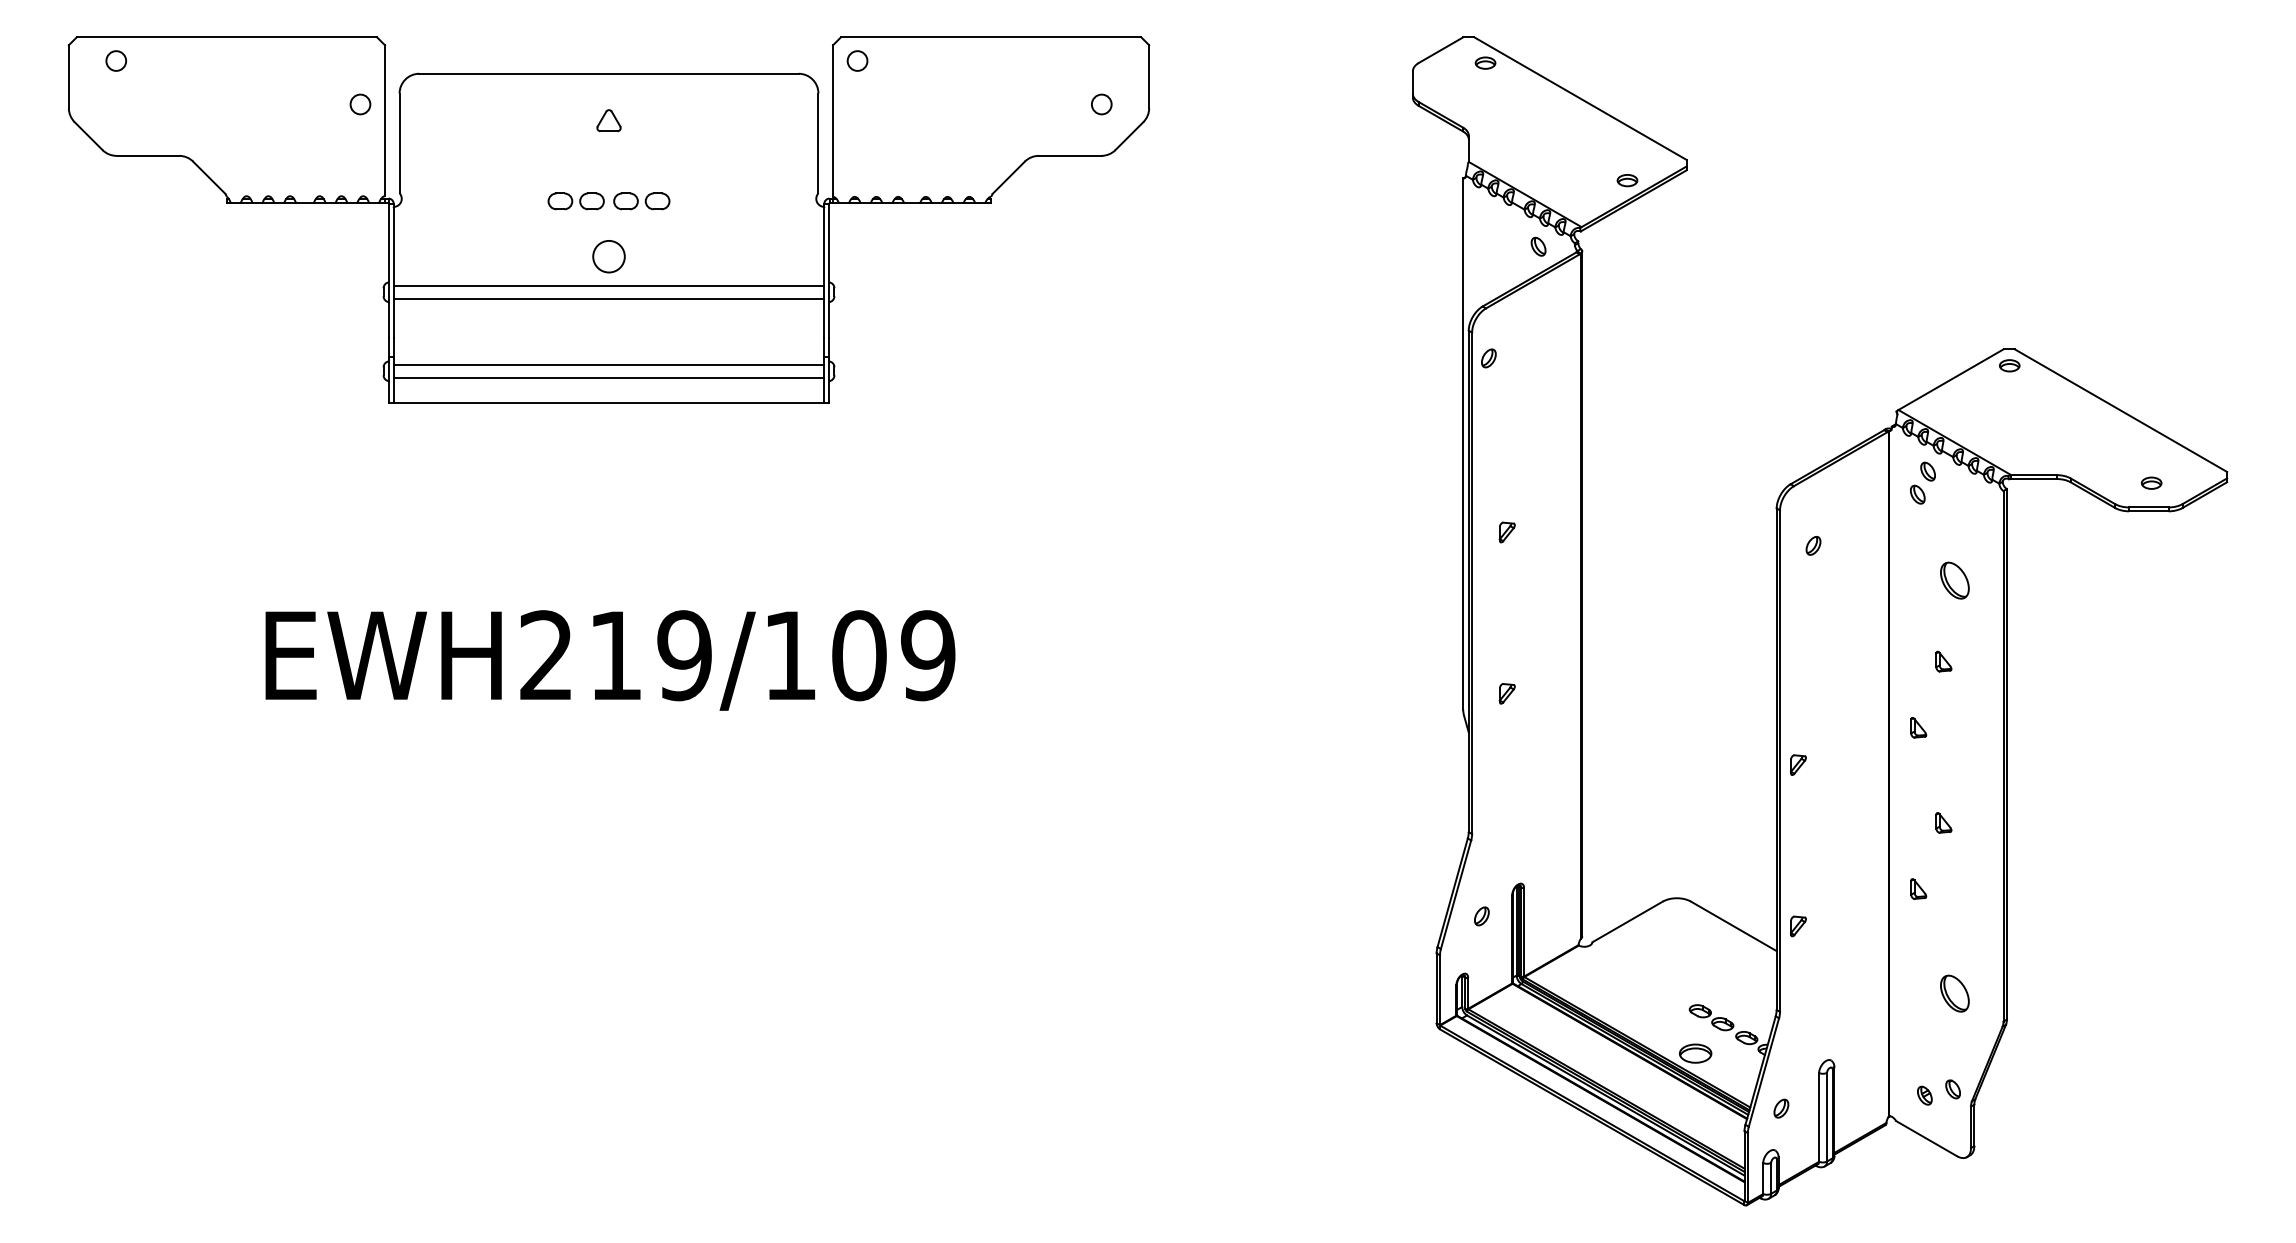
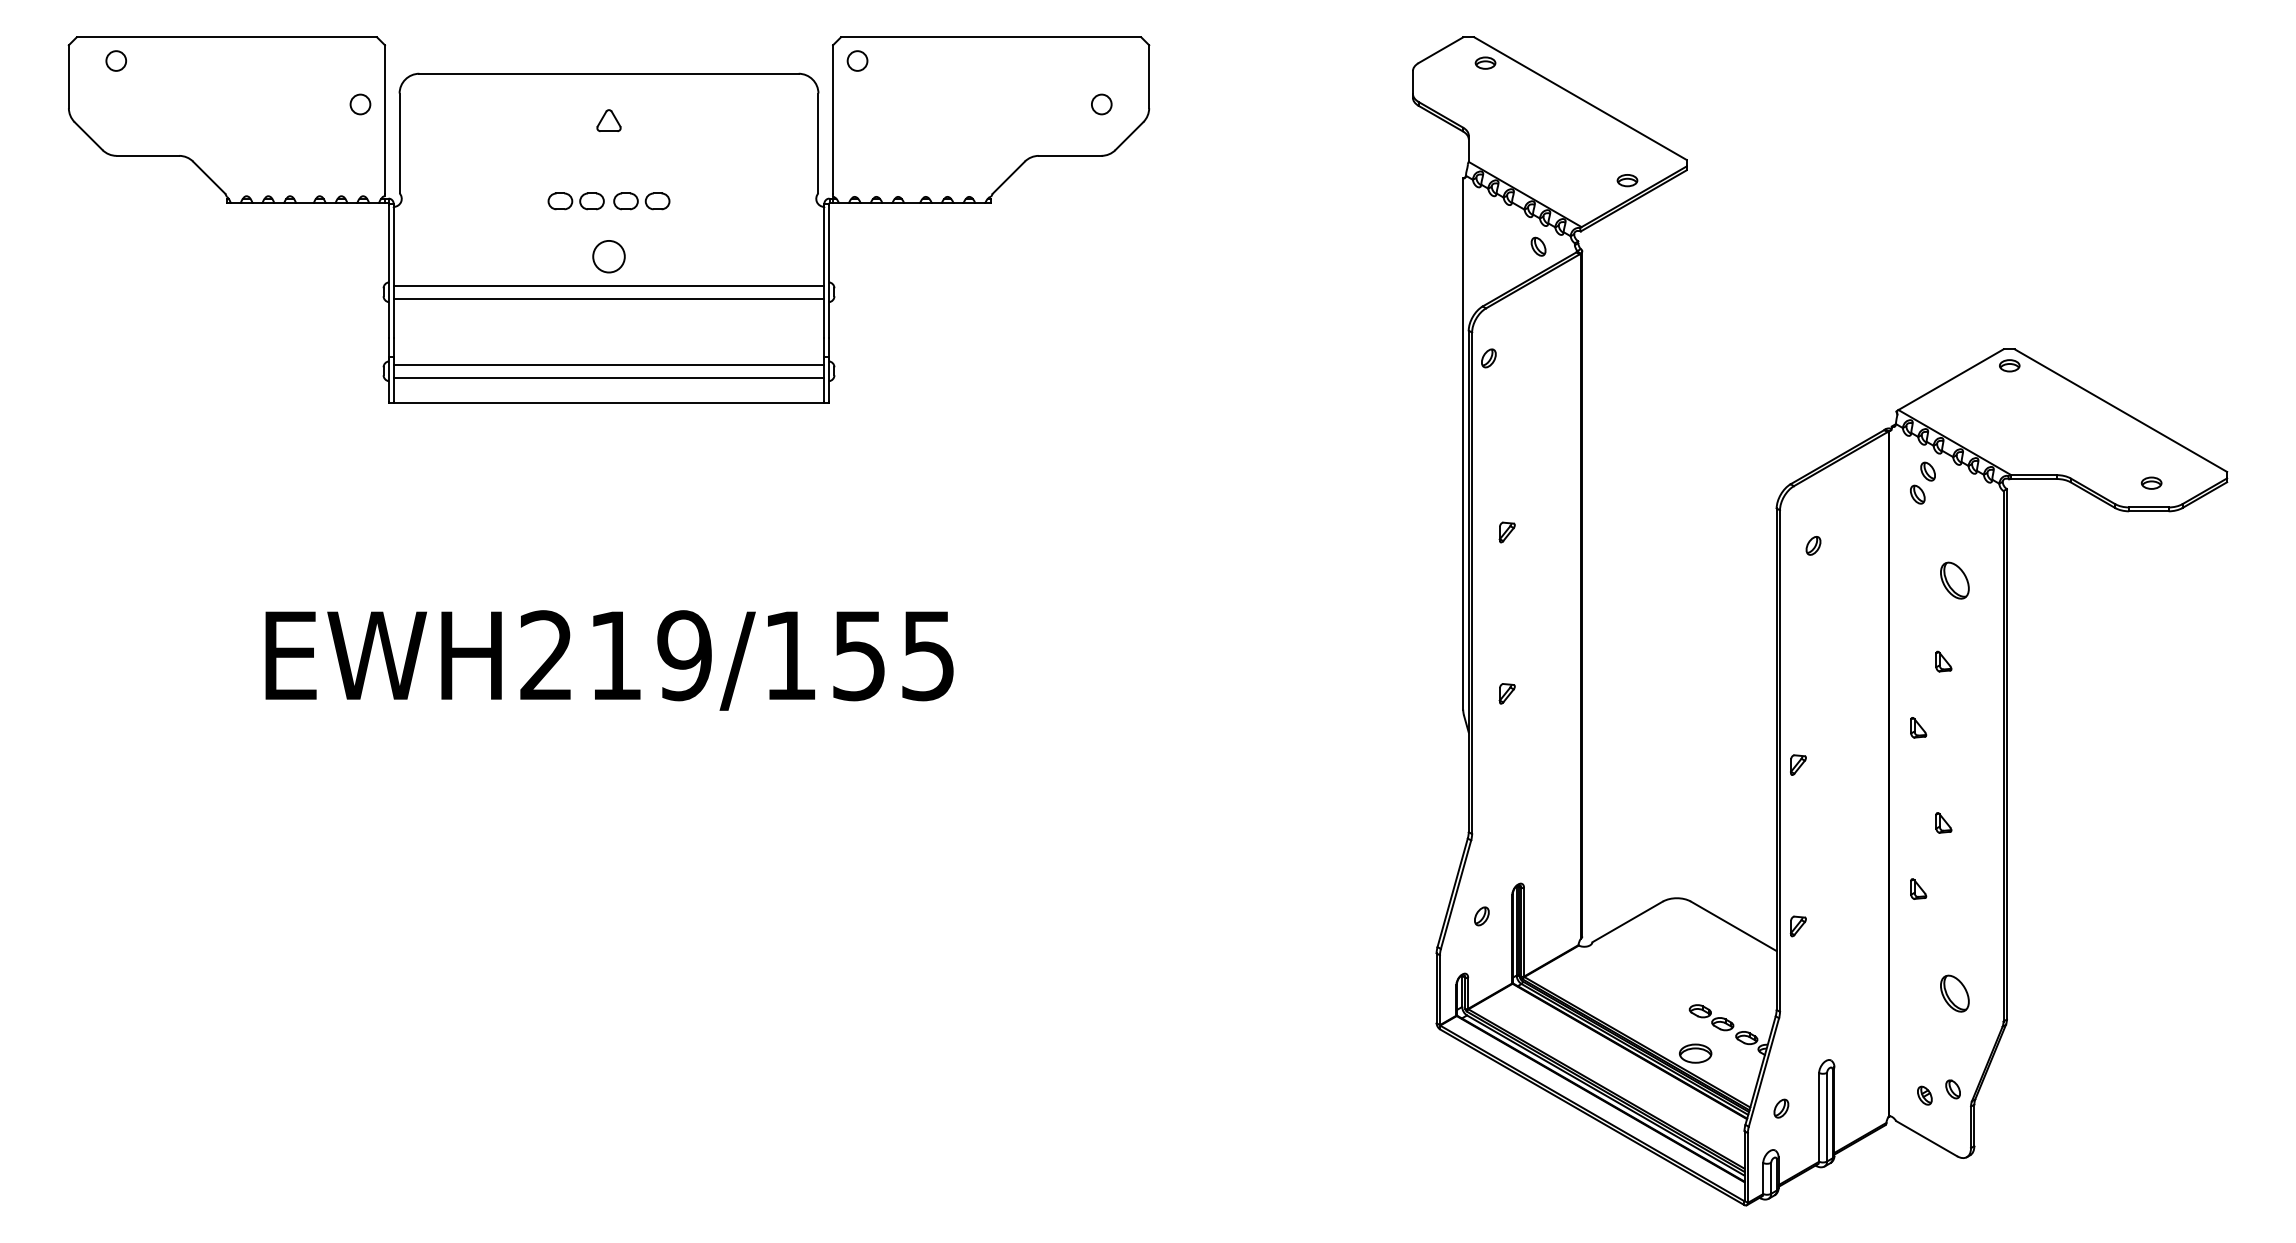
text at (893, 655): EWH219/109 -> EWH219/155
